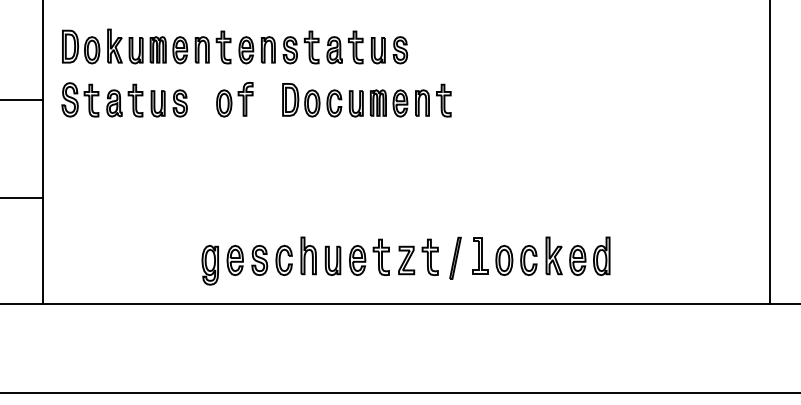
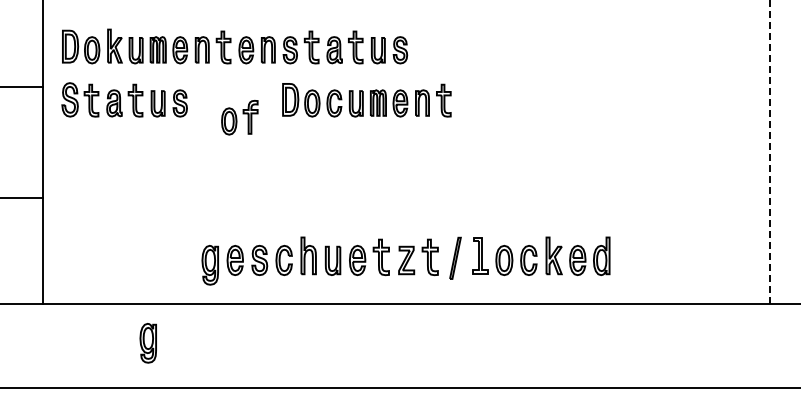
part at (234, 99) position: (234, 99) -> (239, 117)
line at (22, 100) position: (22, 100) -> (22, 87)
line at (770, 152): solid -> dashed
part at (147, 343): none -> present
line at (399, 392) position: (399, 392) -> (399, 387)
